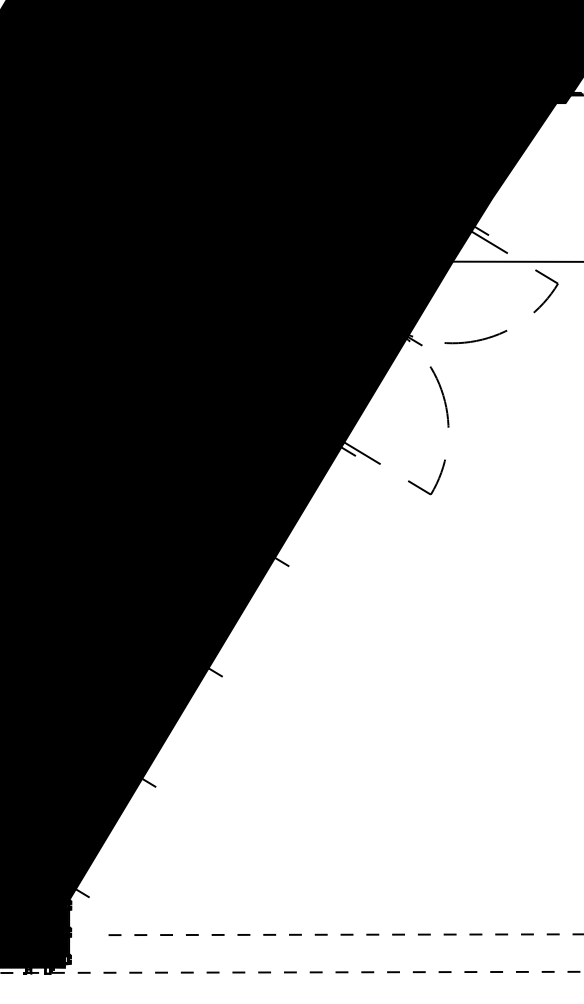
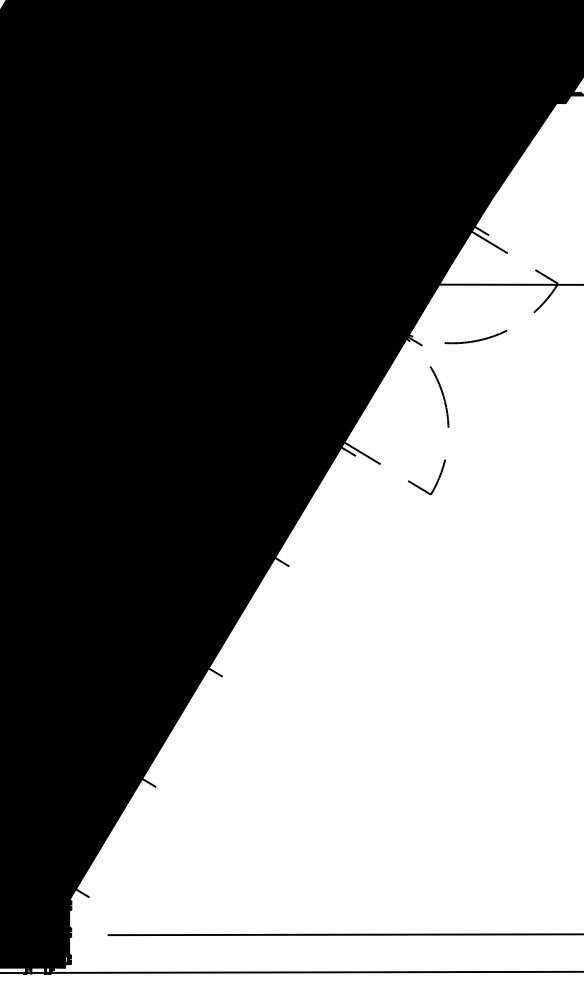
line at (508, 261) position: (508, 261) -> (508, 284)
line at (346, 934): dashed -> solid
line at (292, 972): dashed -> solid
